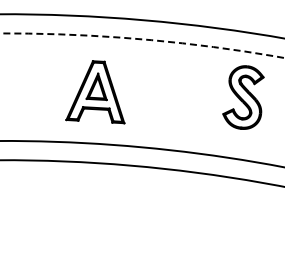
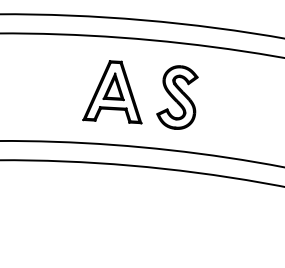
arc at (144, 39): dashed -> solid
part at (95, 92) position: (95, 92) -> (112, 92)
part at (243, 97) position: (243, 97) -> (177, 97)
